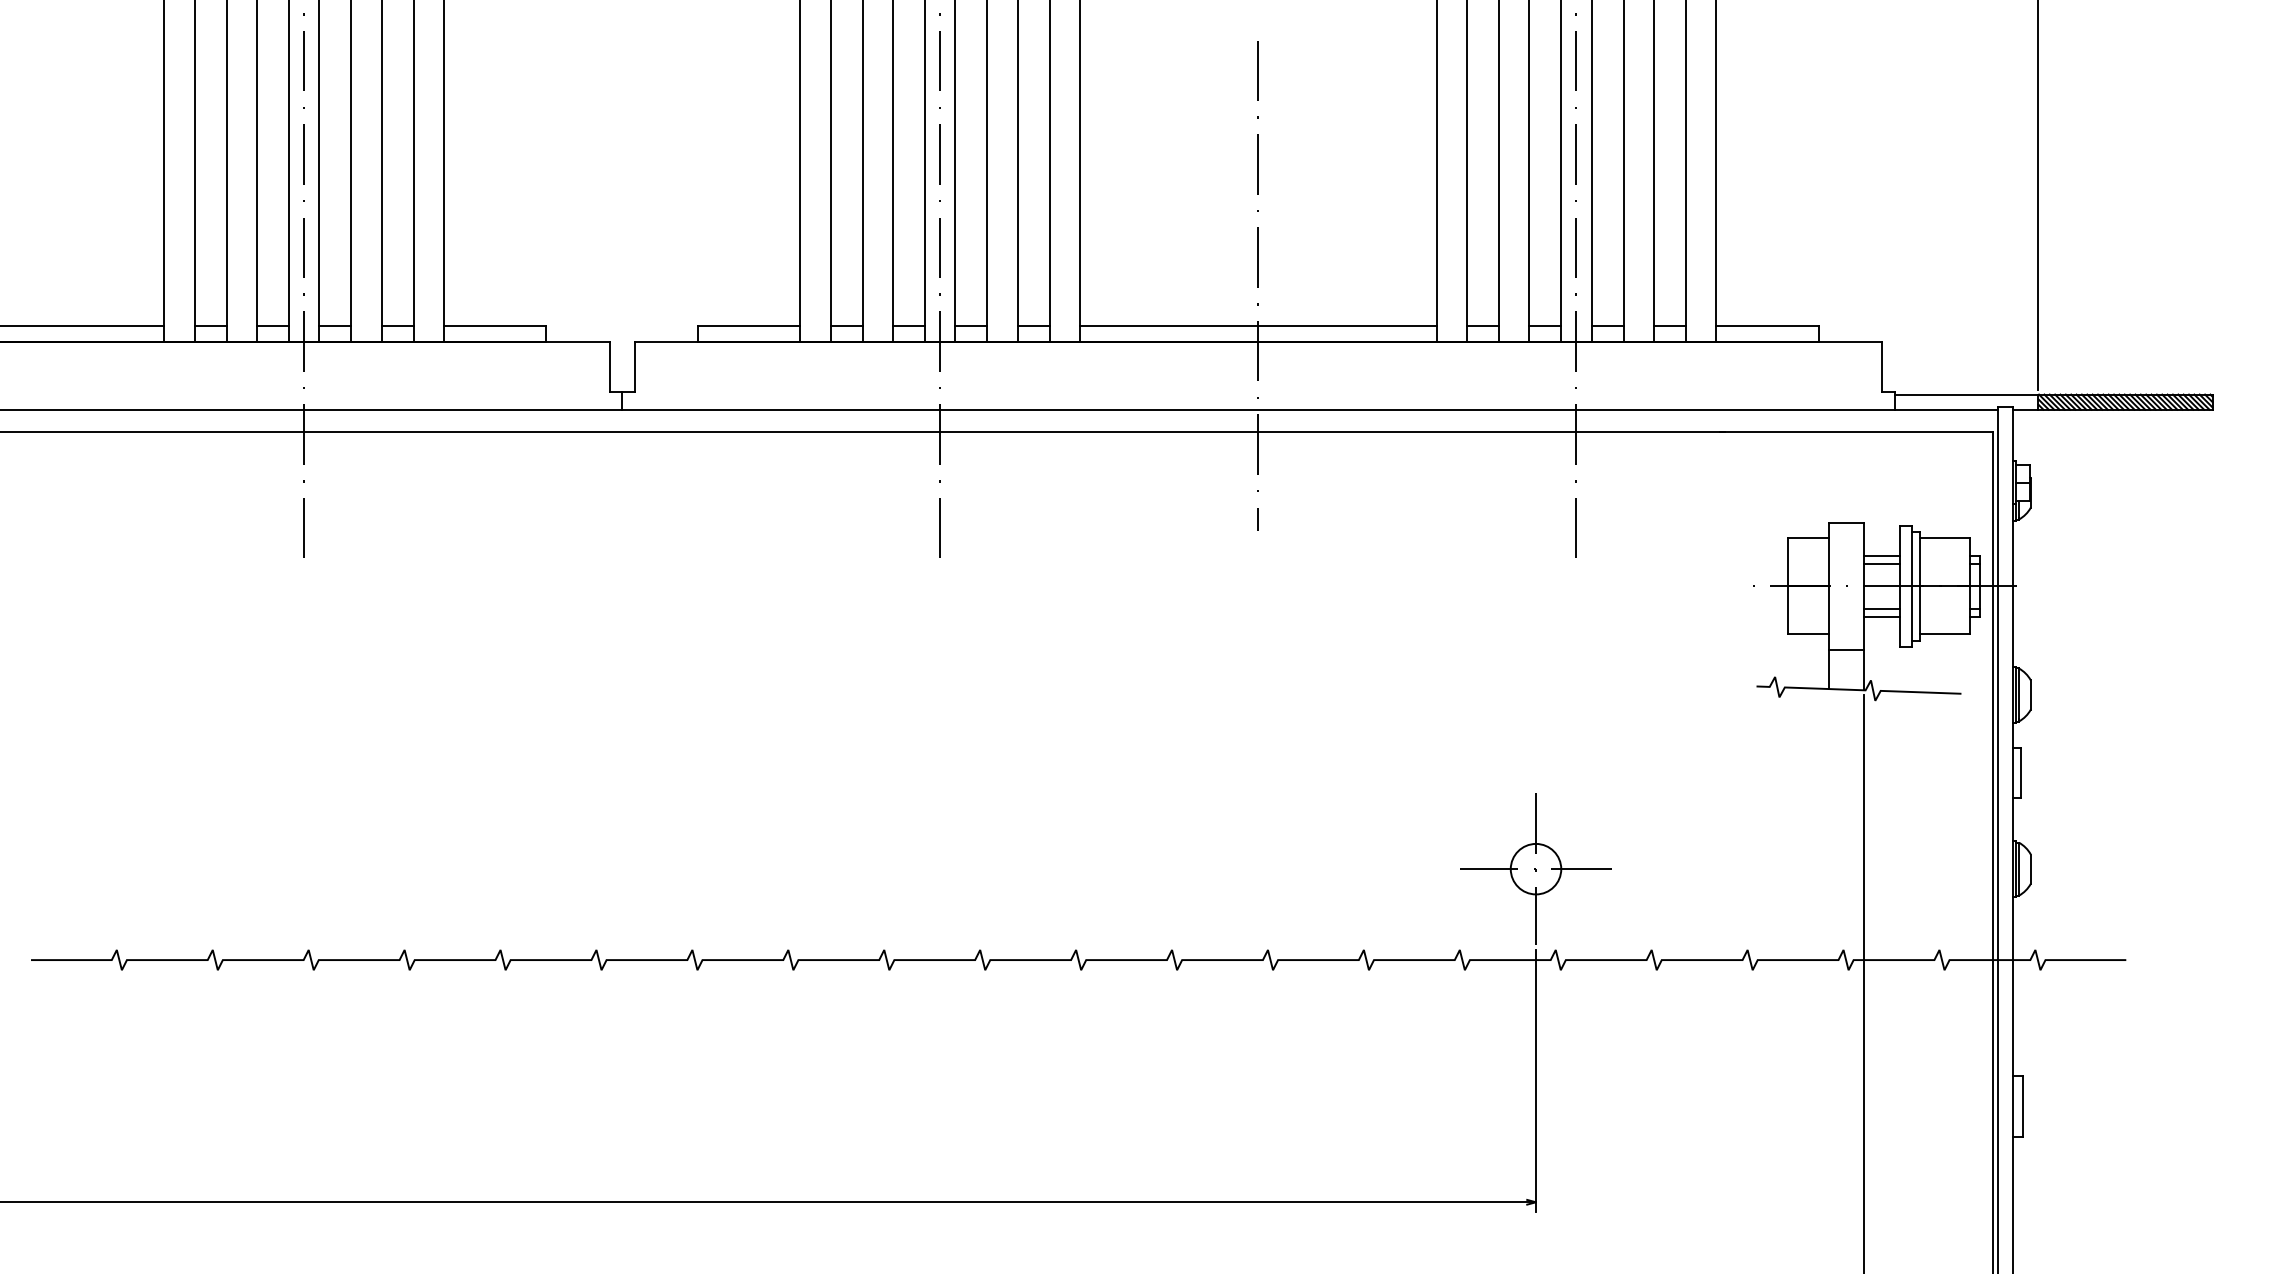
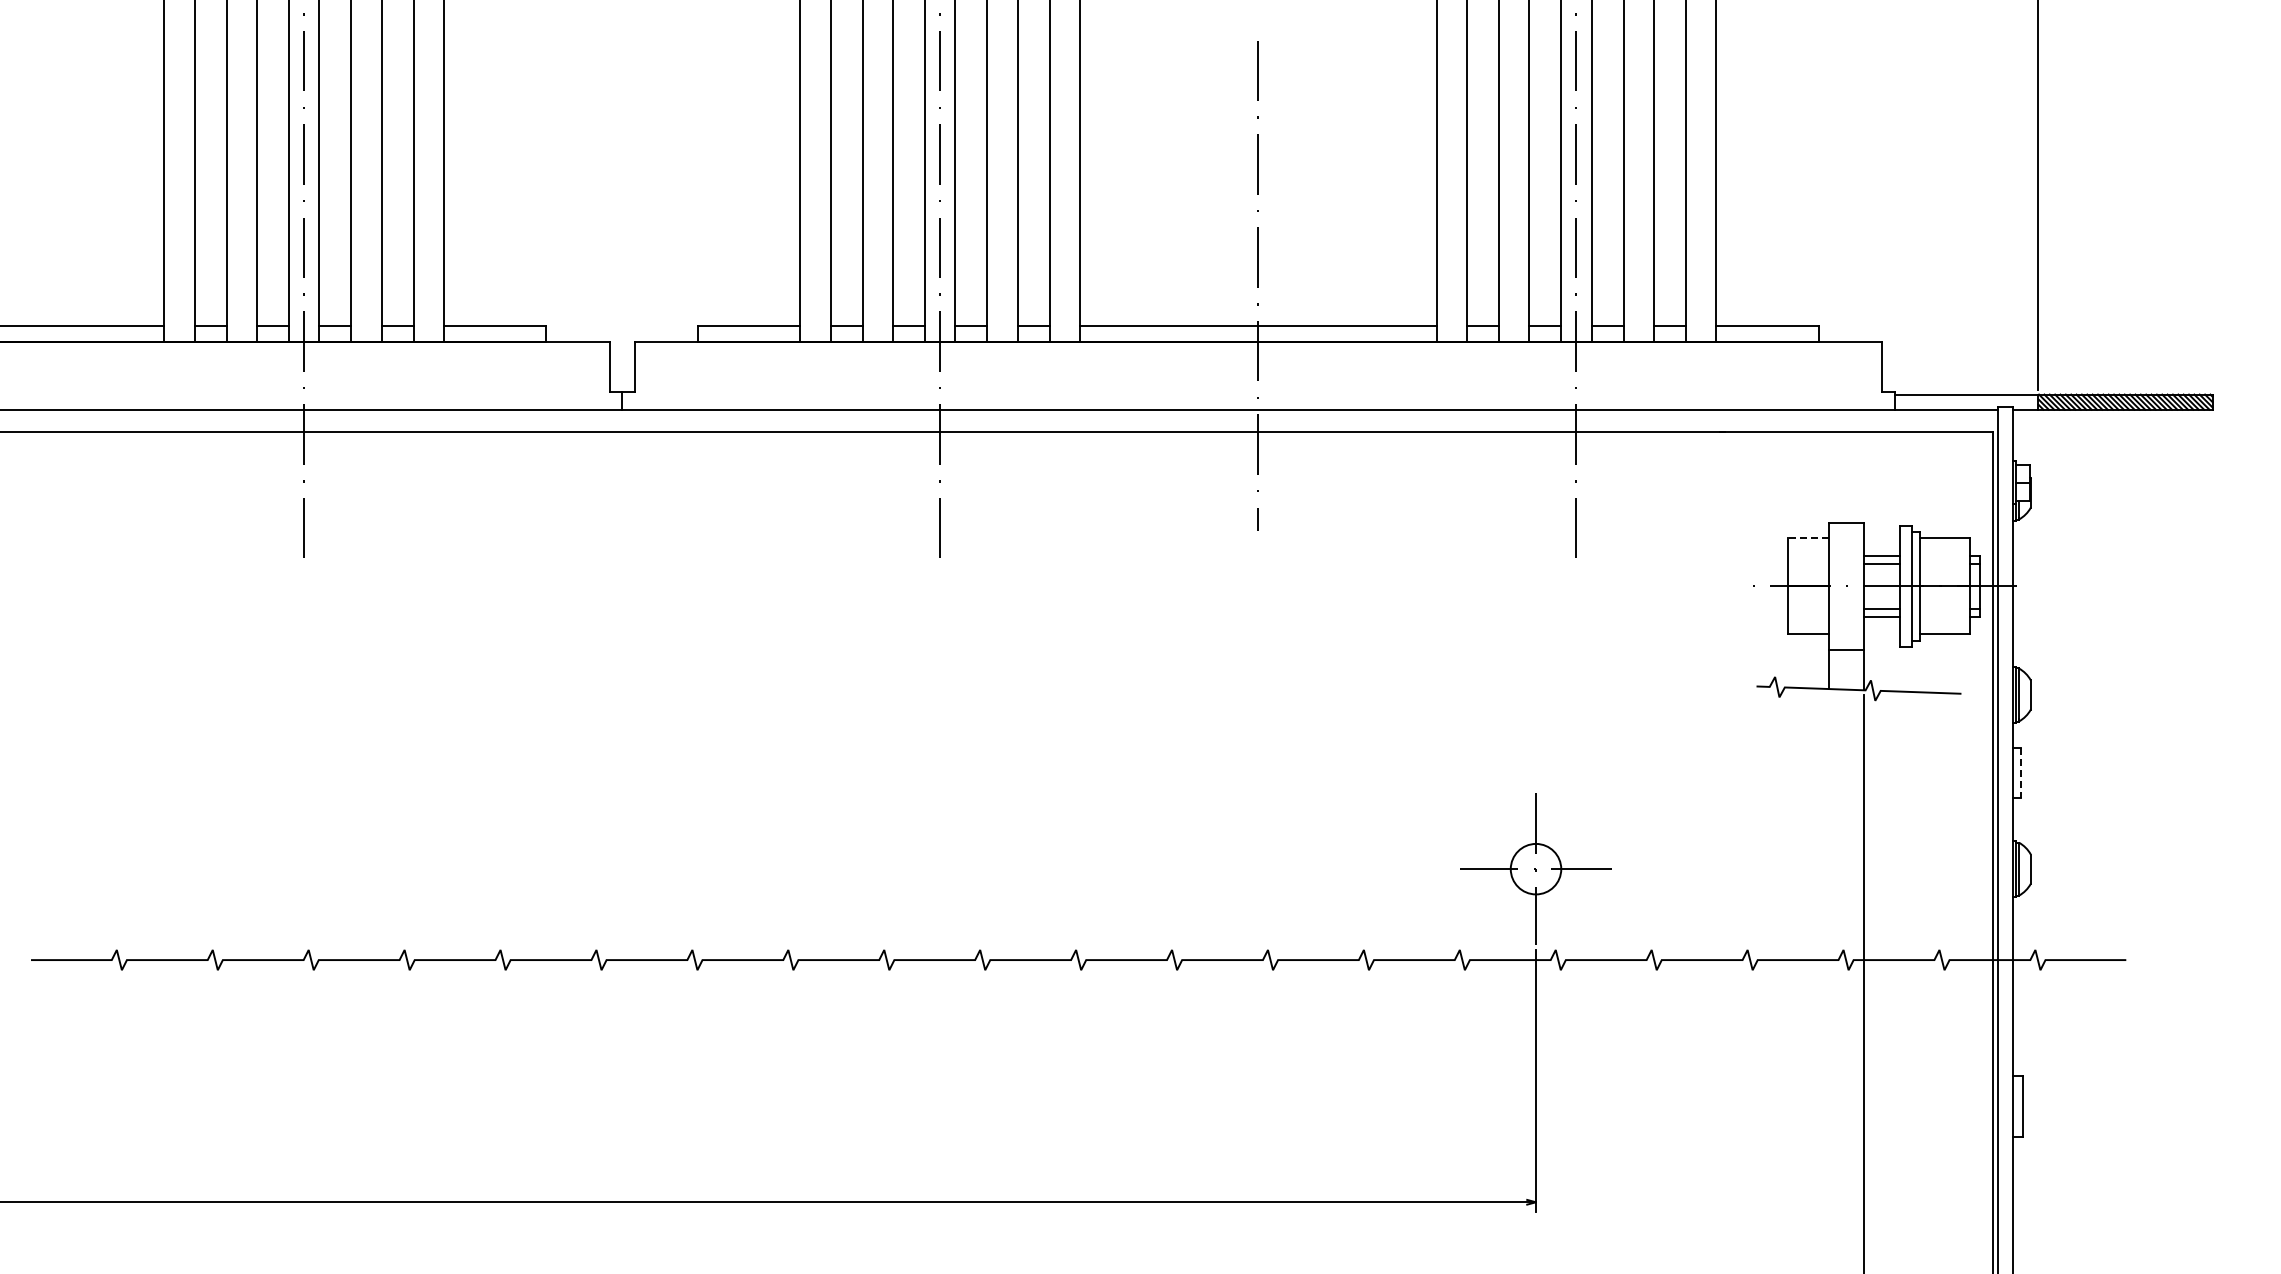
line at (1808, 538): solid -> dashed
line at (2020, 773): solid -> dashed
